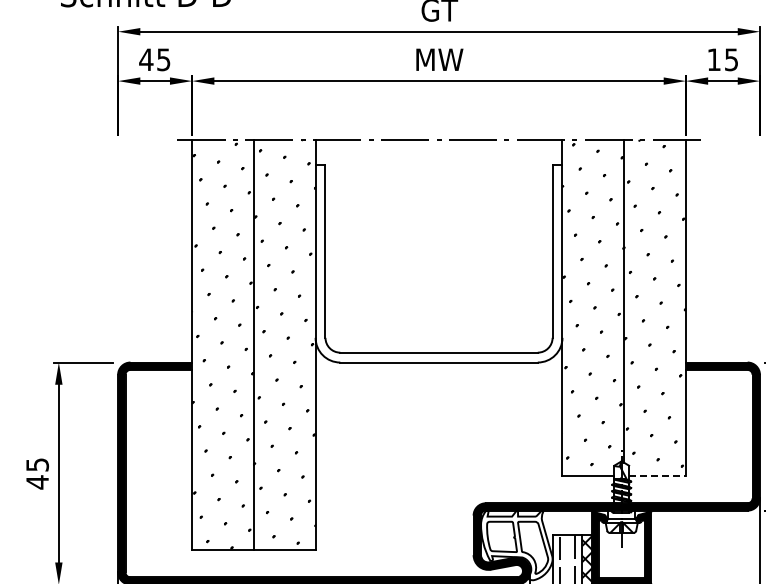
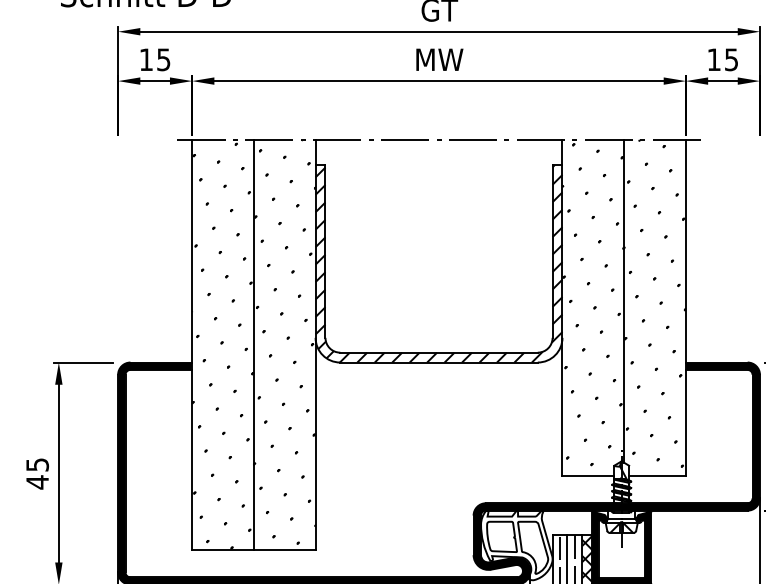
text at (146, 59): 45 -> 15
hatch at (438, 263): none -> present
line at (658, 476): dashed -> solid
line at (567, 557): none -> present
